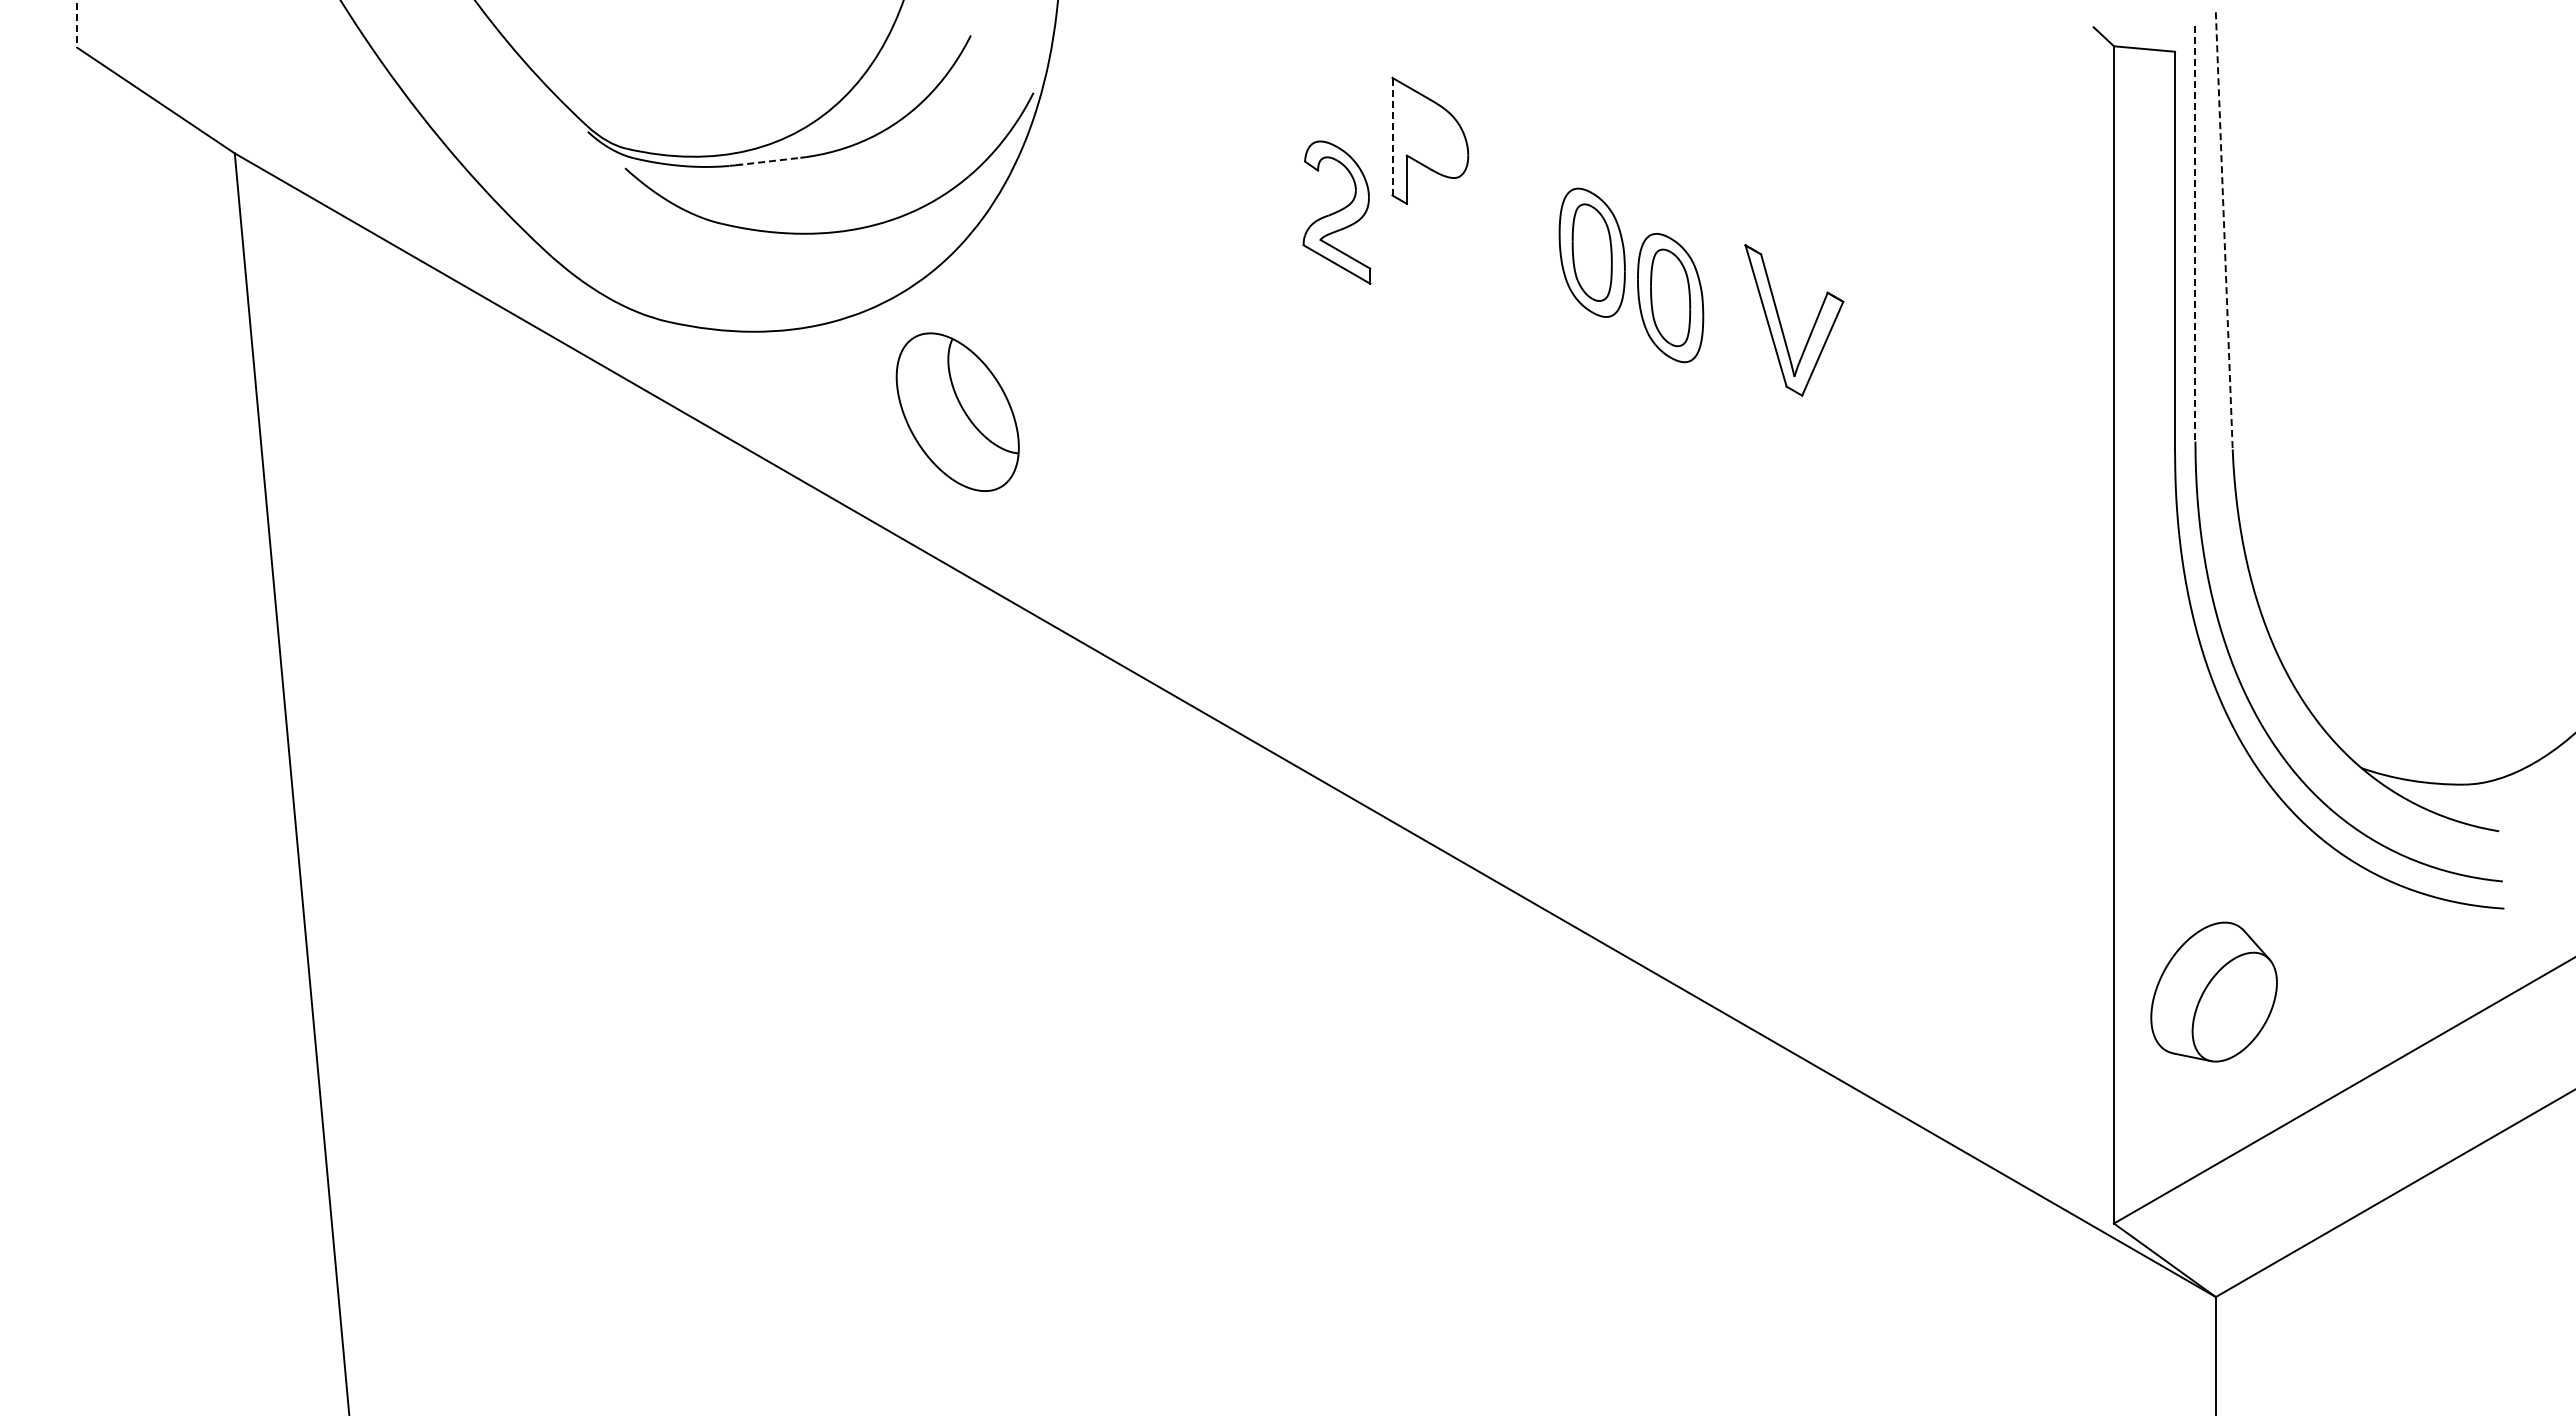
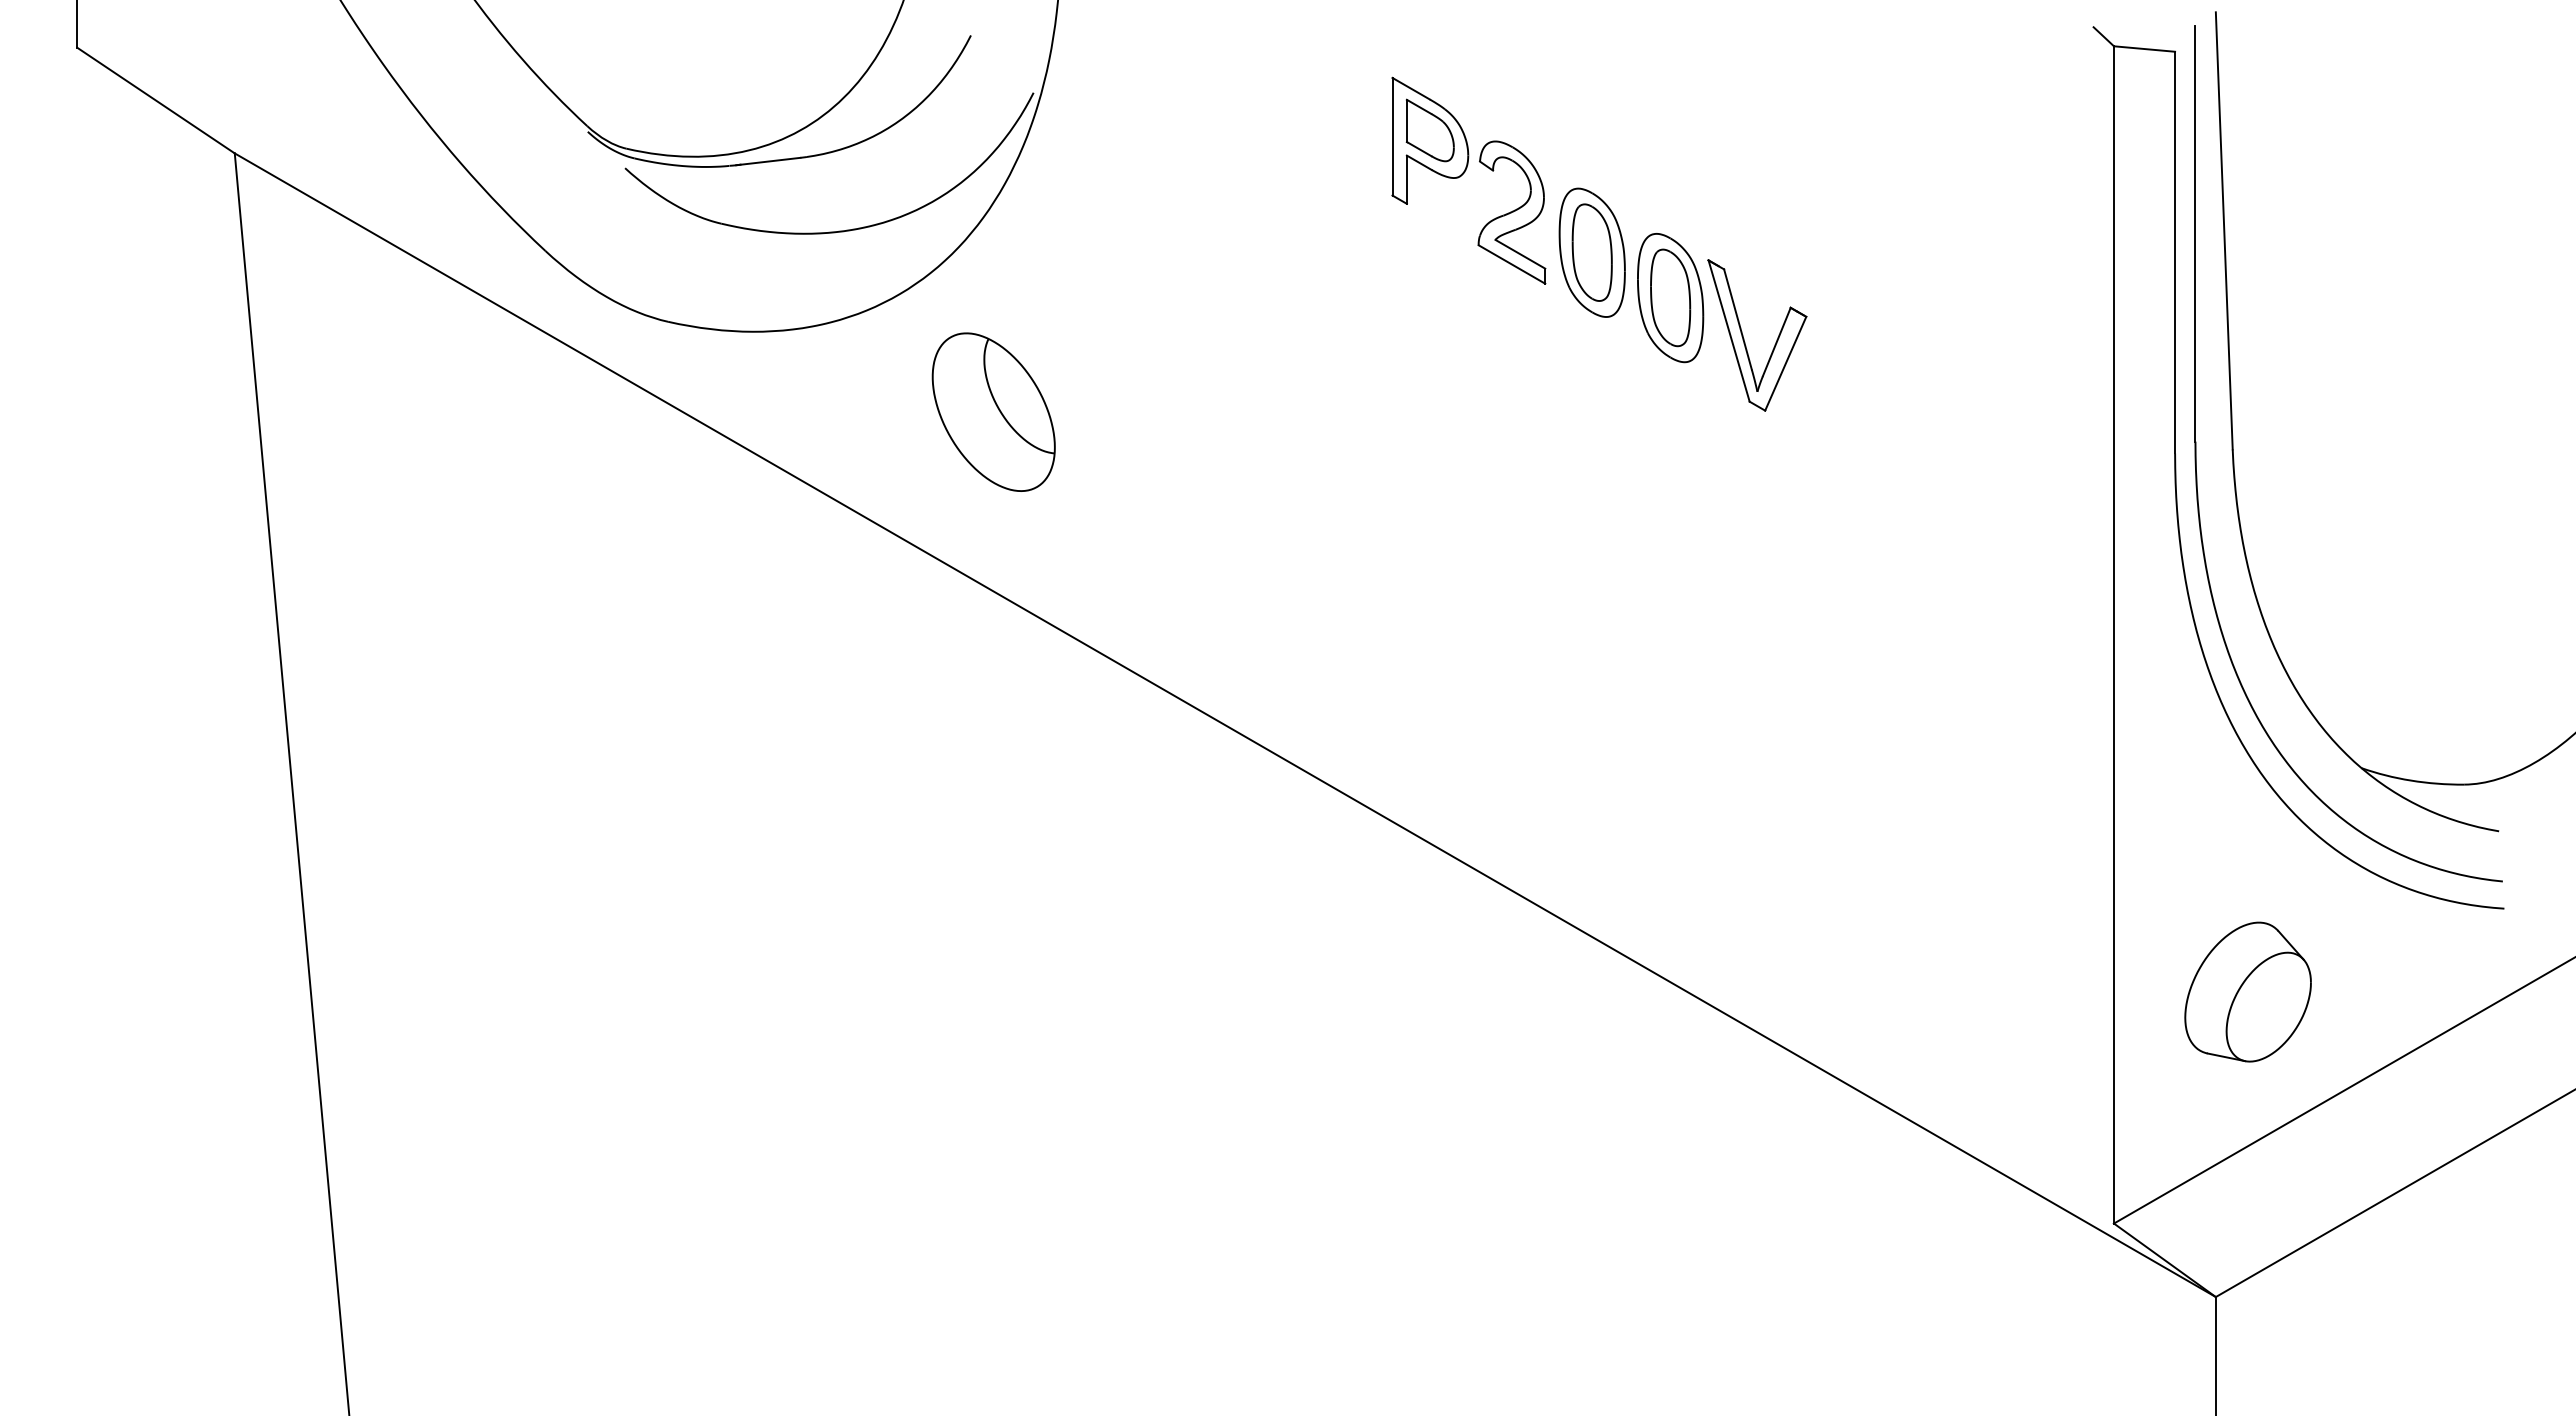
line at (77, 24): dashed -> solid
part at (1429, 130): none -> present
line at (1392, 136): dashed -> solid
line at (768, 161): dashed -> solid
part at (1336, 212) position: (1336, 212) -> (1511, 212)
line at (2224, 230): dashed -> solid
line at (2195, 234): dashed -> solid
part at (1781, 323) position: (1781, 323) -> (1744, 338)
part at (957, 411) position: (957, 411) -> (993, 411)
part at (2213, 991) position: (2213, 991) -> (2247, 991)
